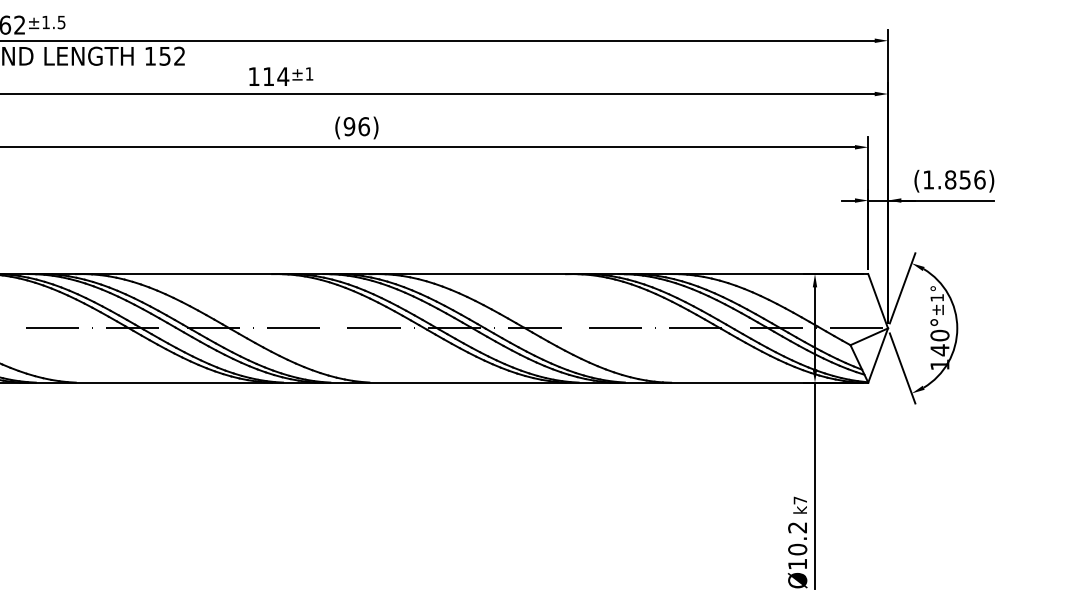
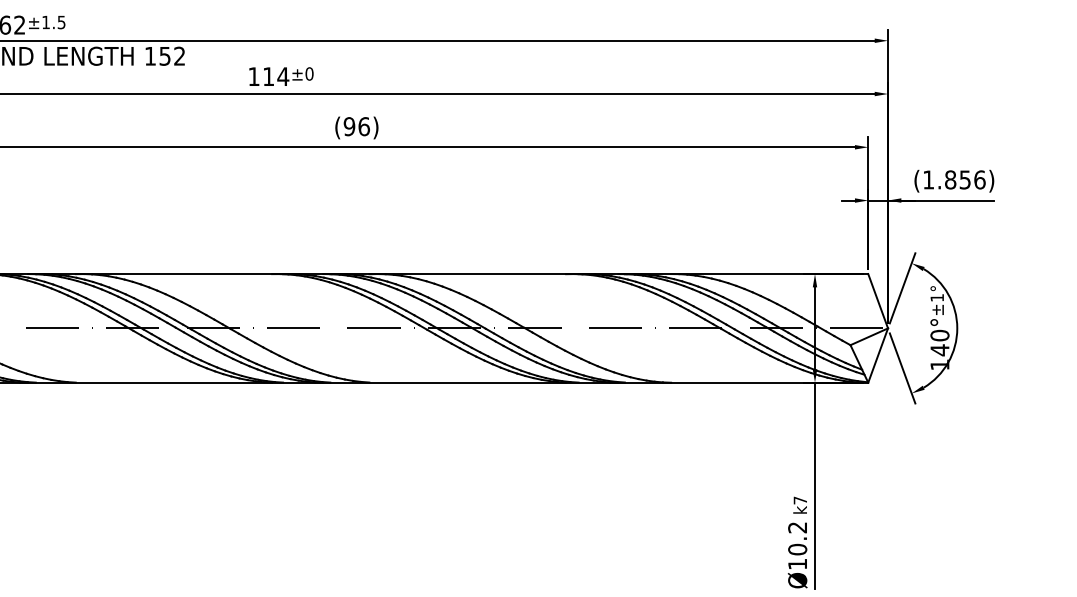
text at (309, 73): ±1 -> ±0
